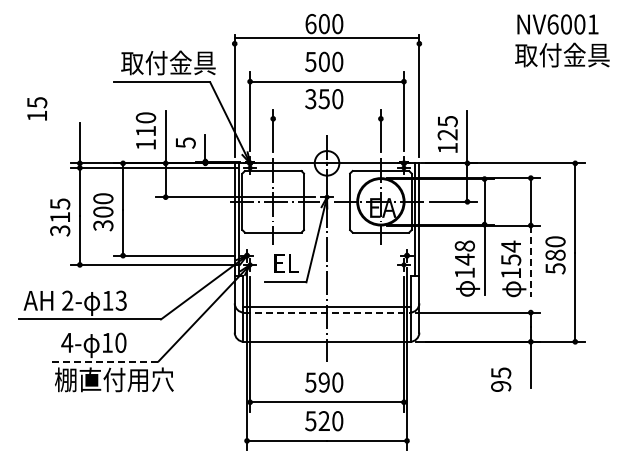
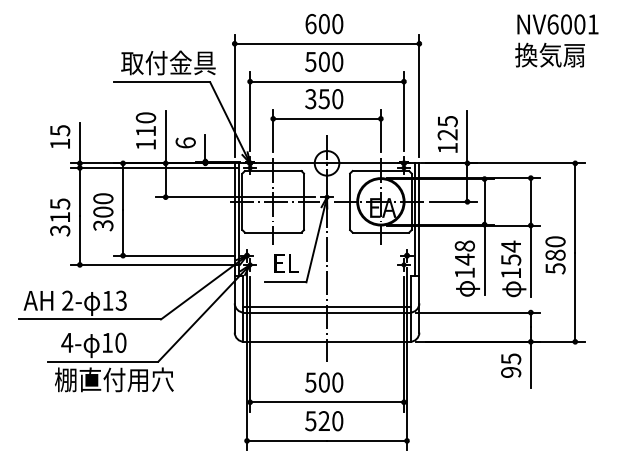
line at (326, 37) position: (326, 37) -> (326, 43)
text at (562, 54): 取付金具 -> 換気扇
text at (37, 108) position: (37, 108) -> (60, 136)
line at (326, 118): none -> present
text at (185, 142): 5 -> 6
line at (530, 261): dashed -> solid
line at (327, 312): dashed -> solid
line at (102, 361): dashed -> solid
text at (501, 379) position: (501, 379) -> (511, 365)
text at (323, 382): 590 -> 500
